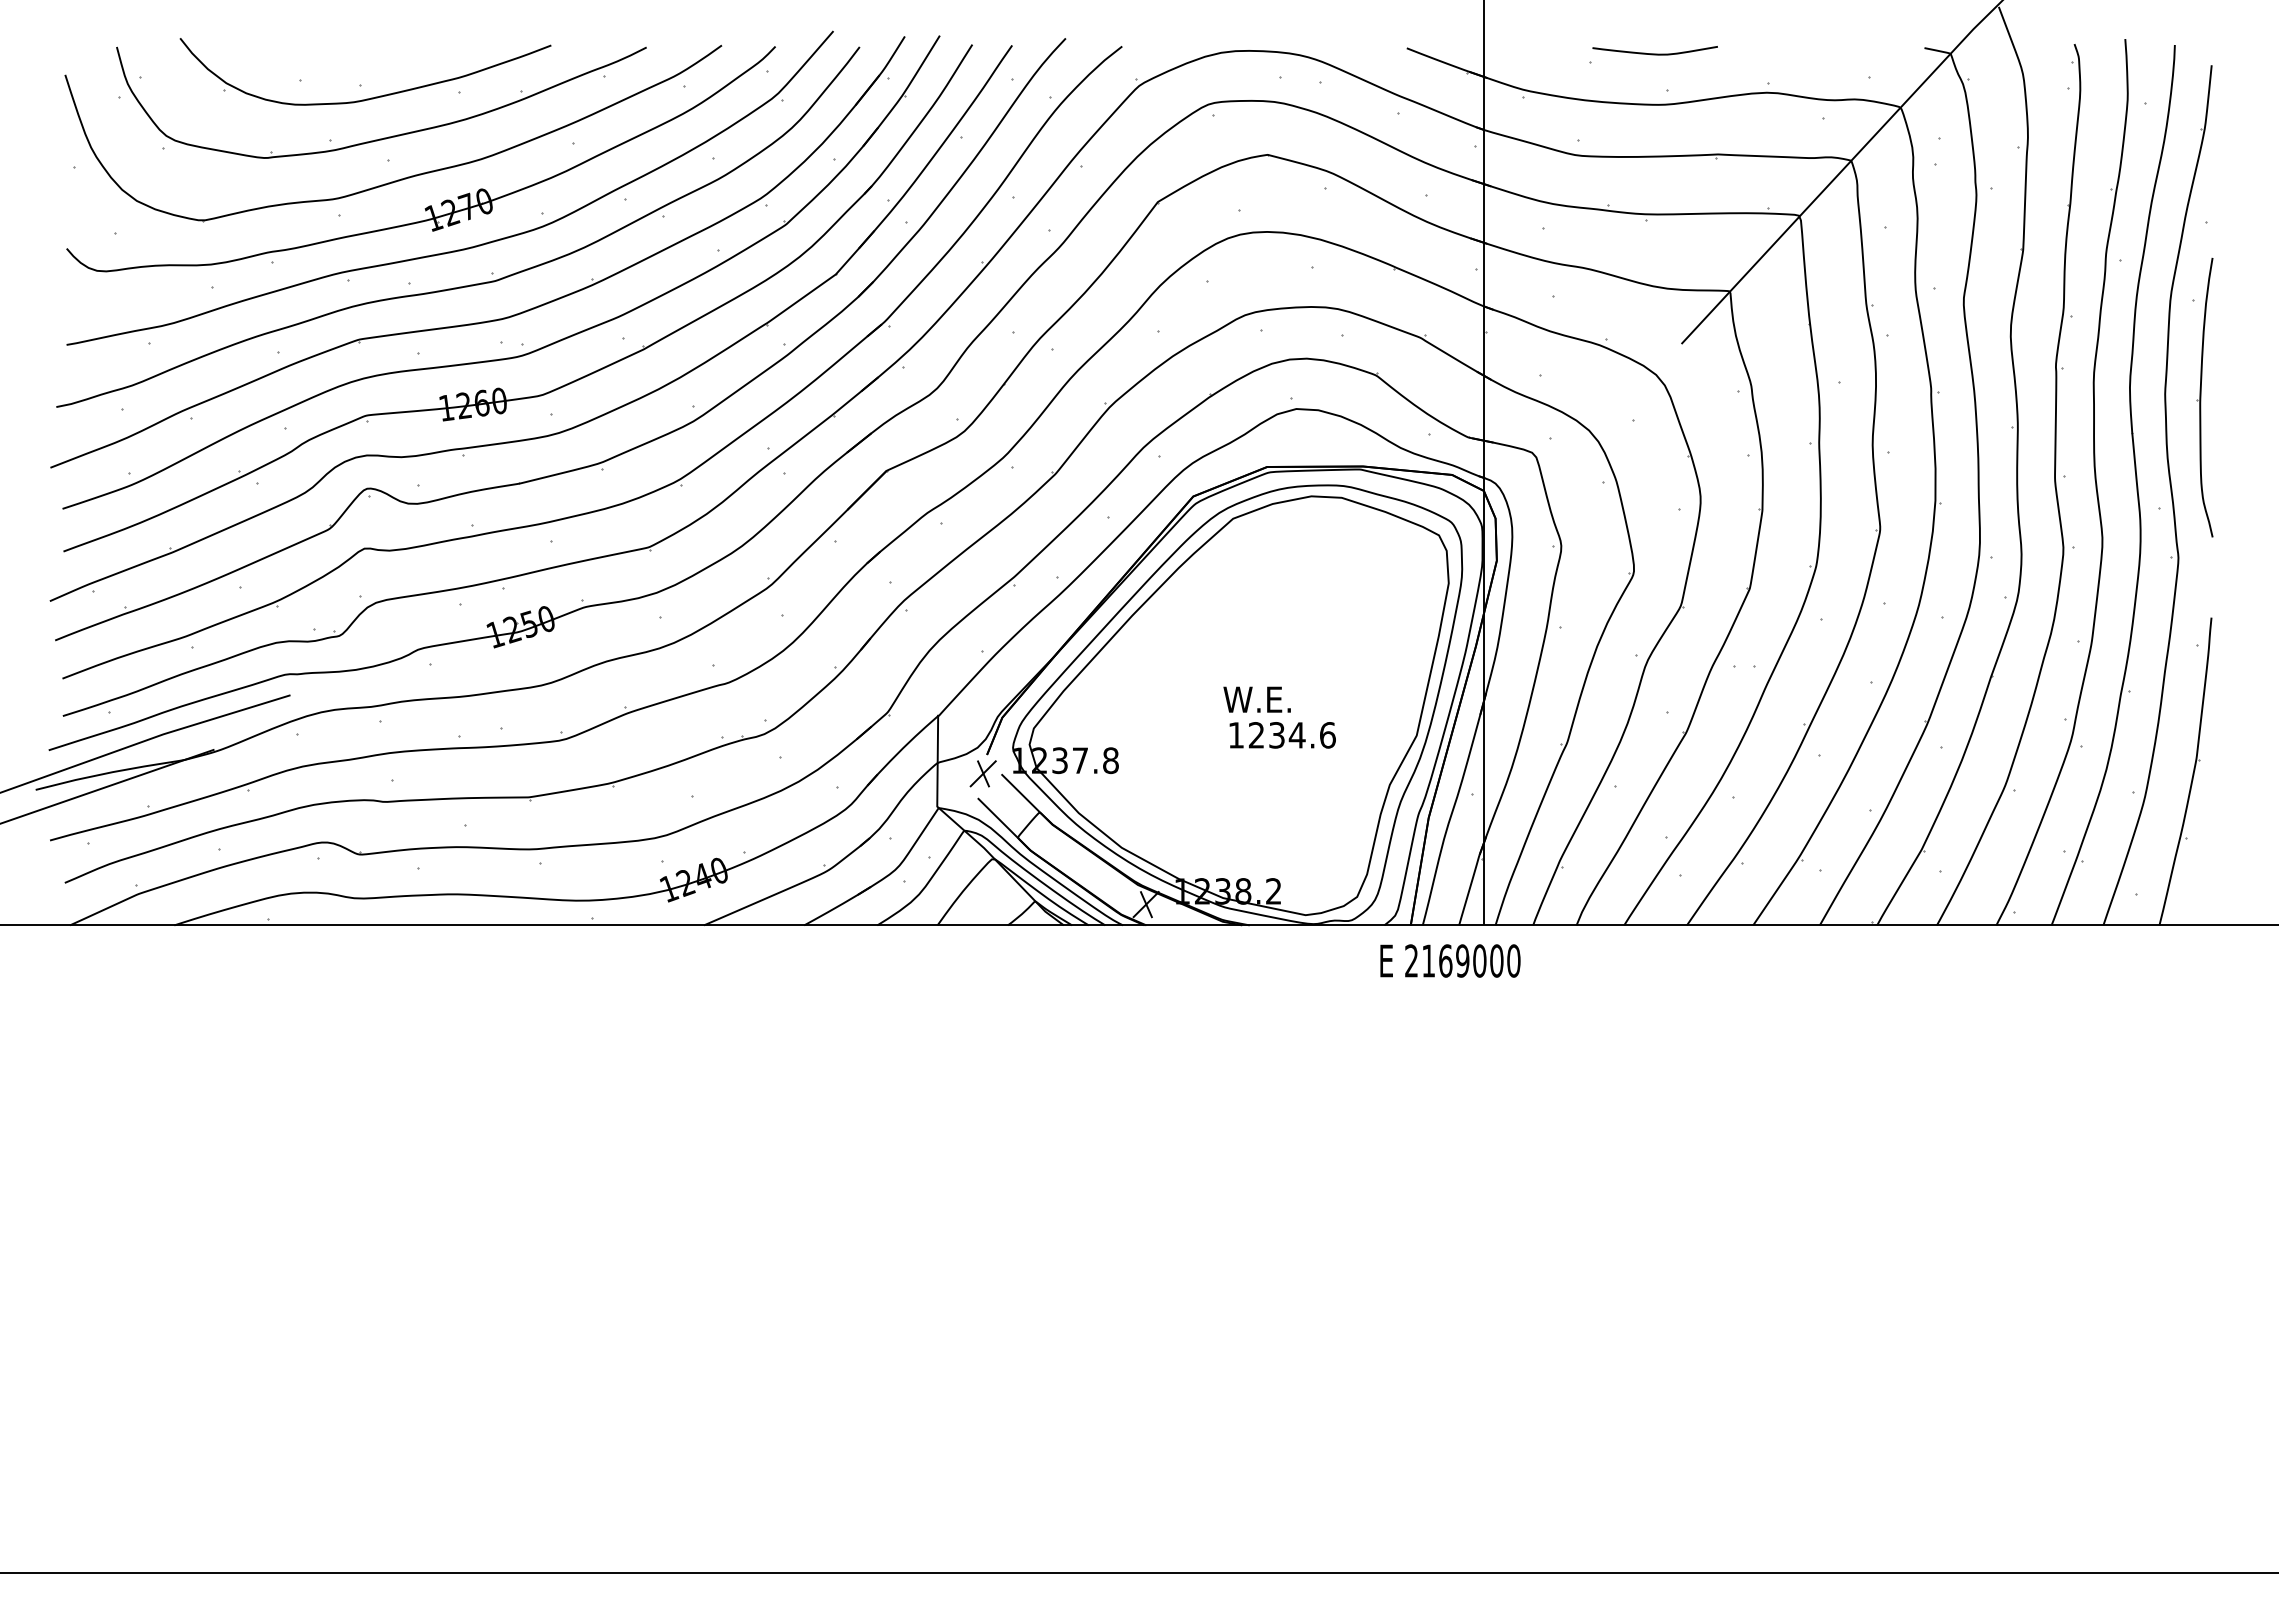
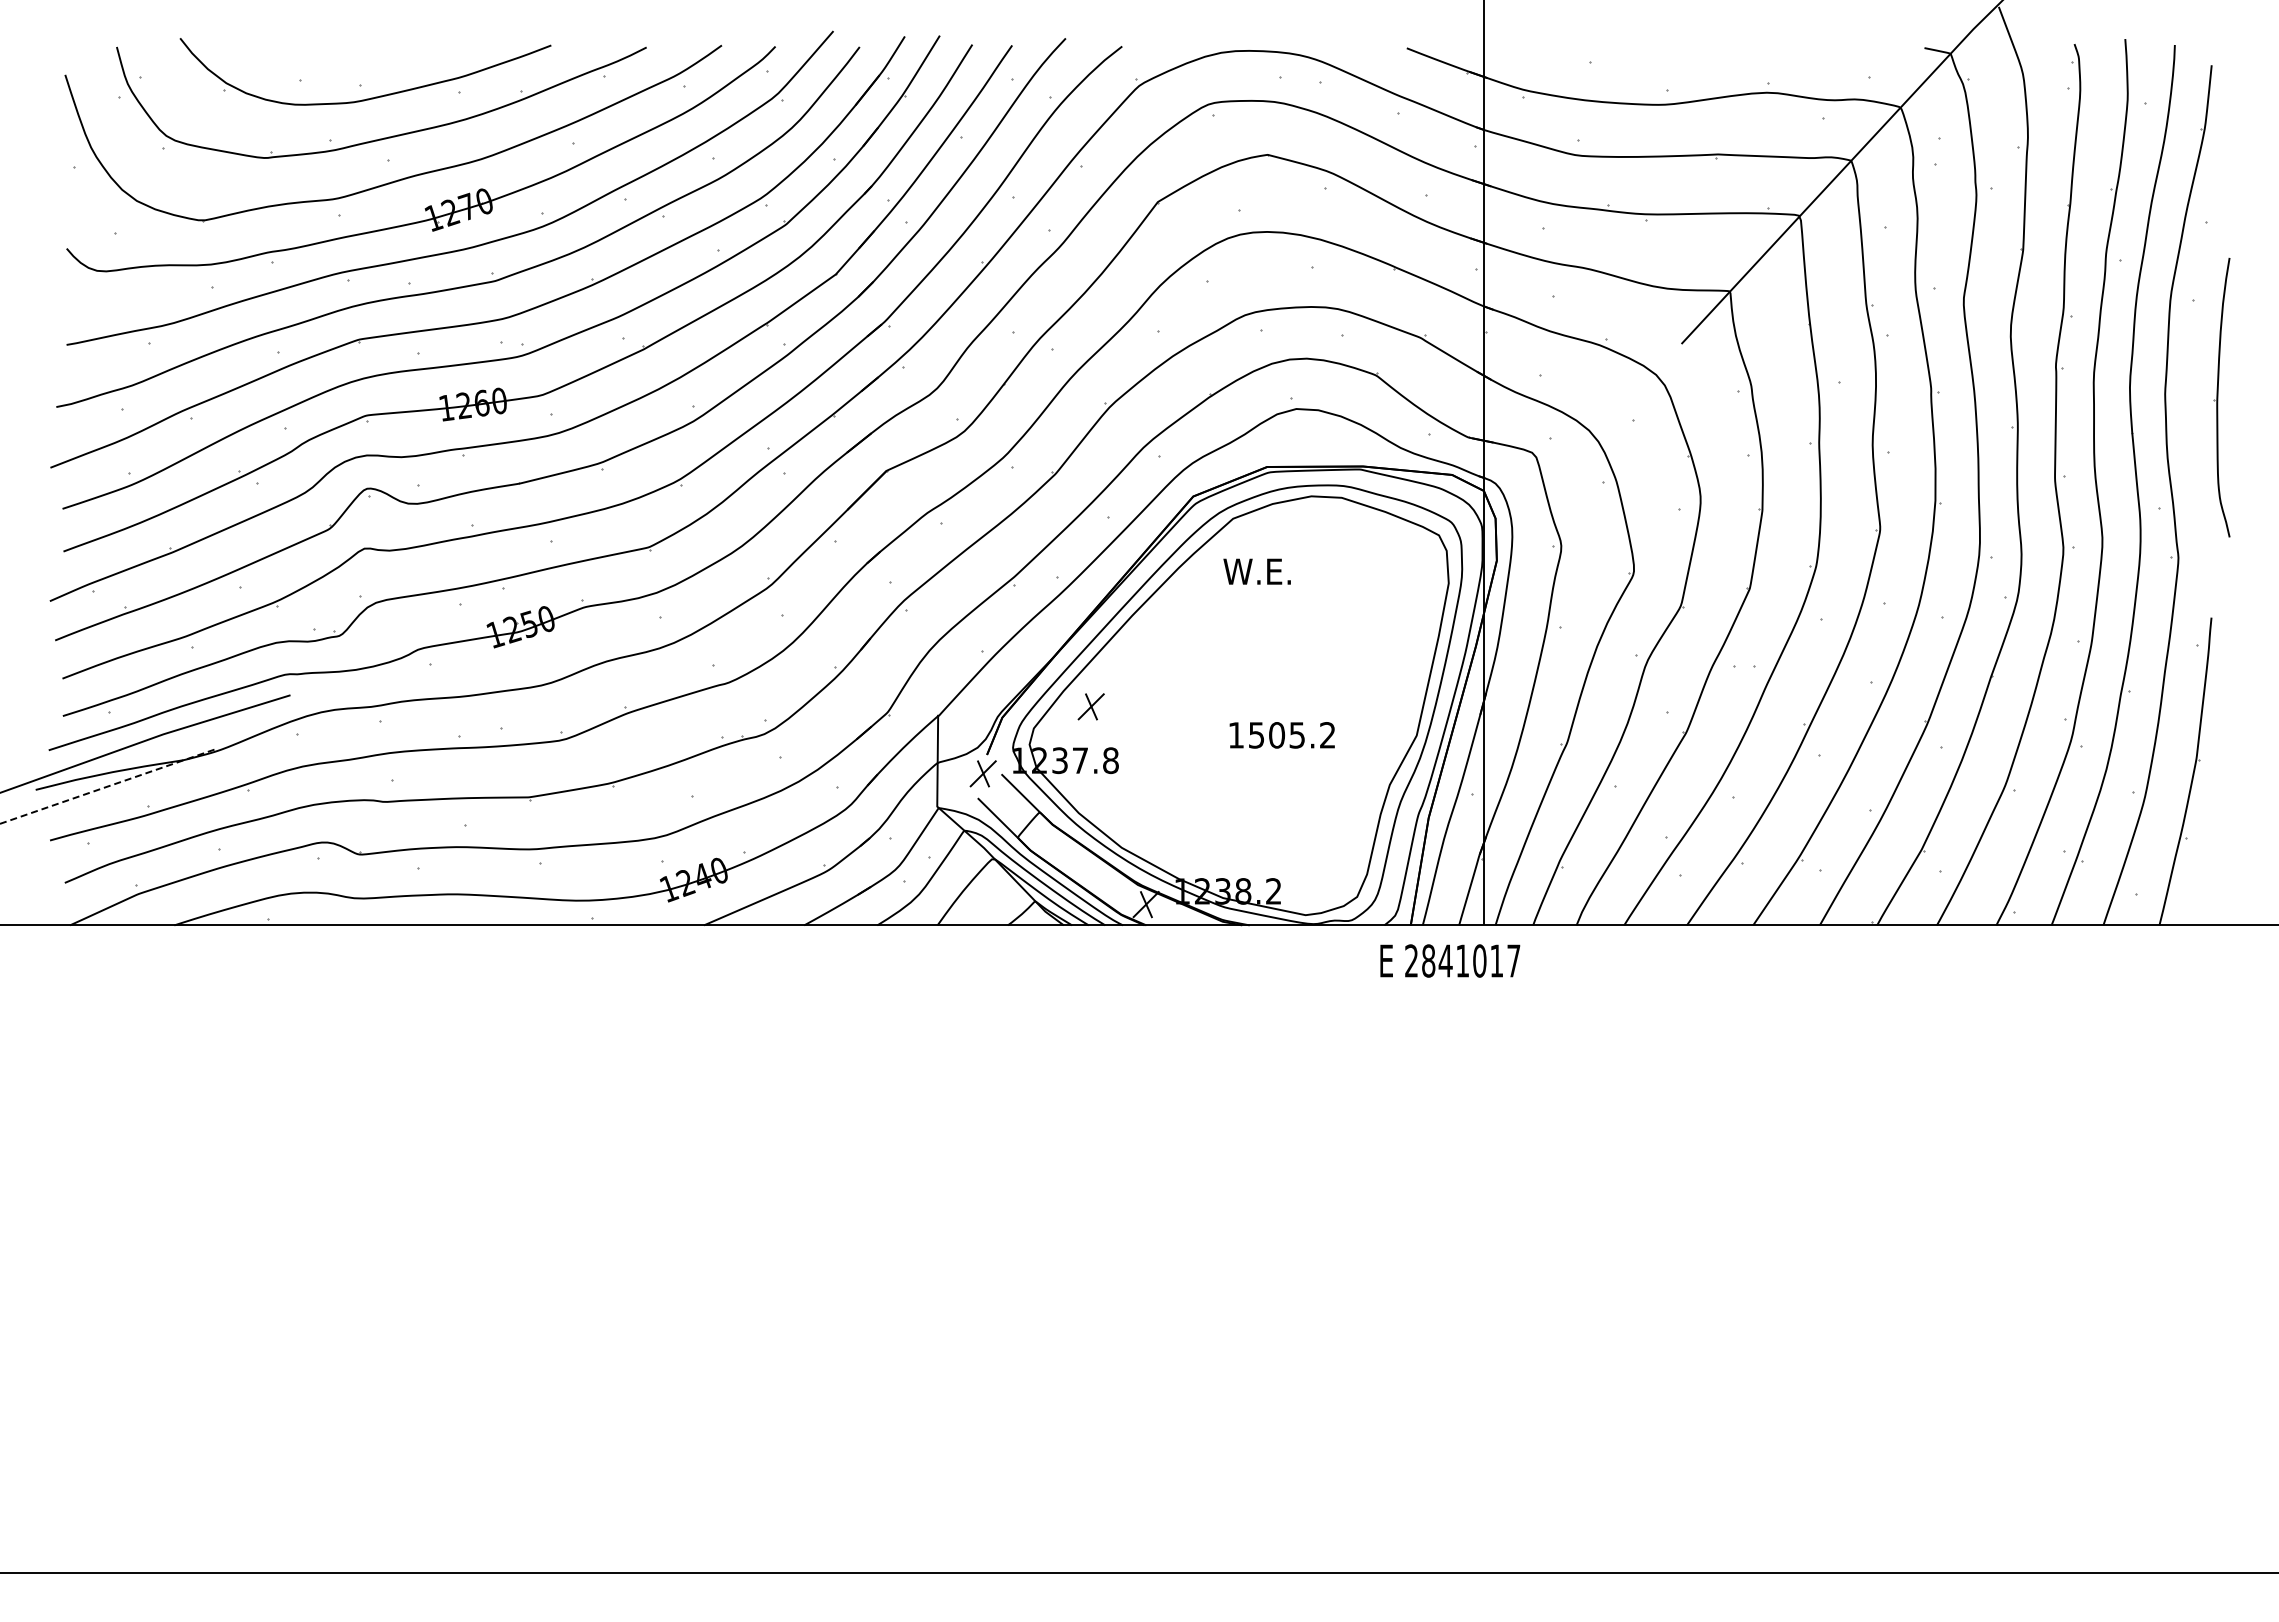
curve at (1654, 53): present -> none
part at (2204, 397) position: (2204, 397) -> (2221, 397)
text at (1256, 699) position: (1256, 699) -> (1256, 571)
part at (1090, 706): none -> present
text at (1292, 735): 1234.6 -> 1505.2
line at (106, 786): solid -> dashed
text at (1471, 960): 2169000 -> 2841017
